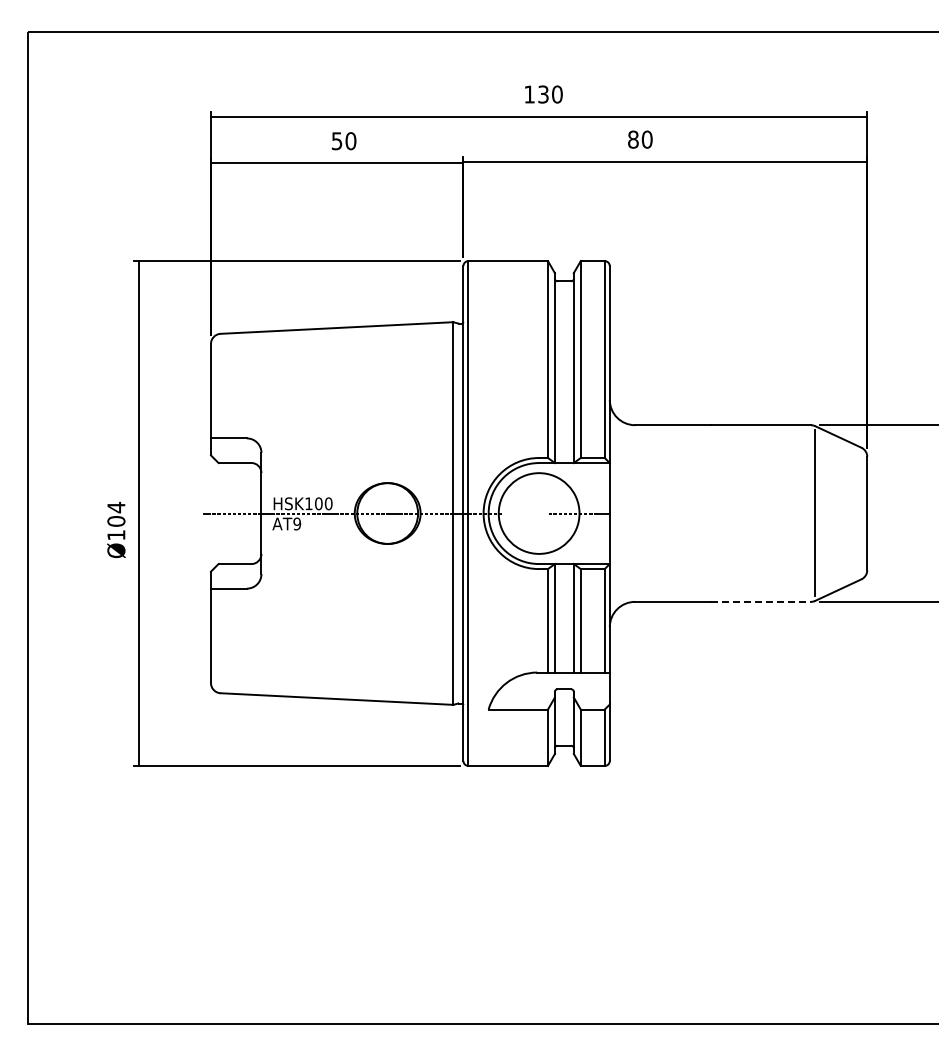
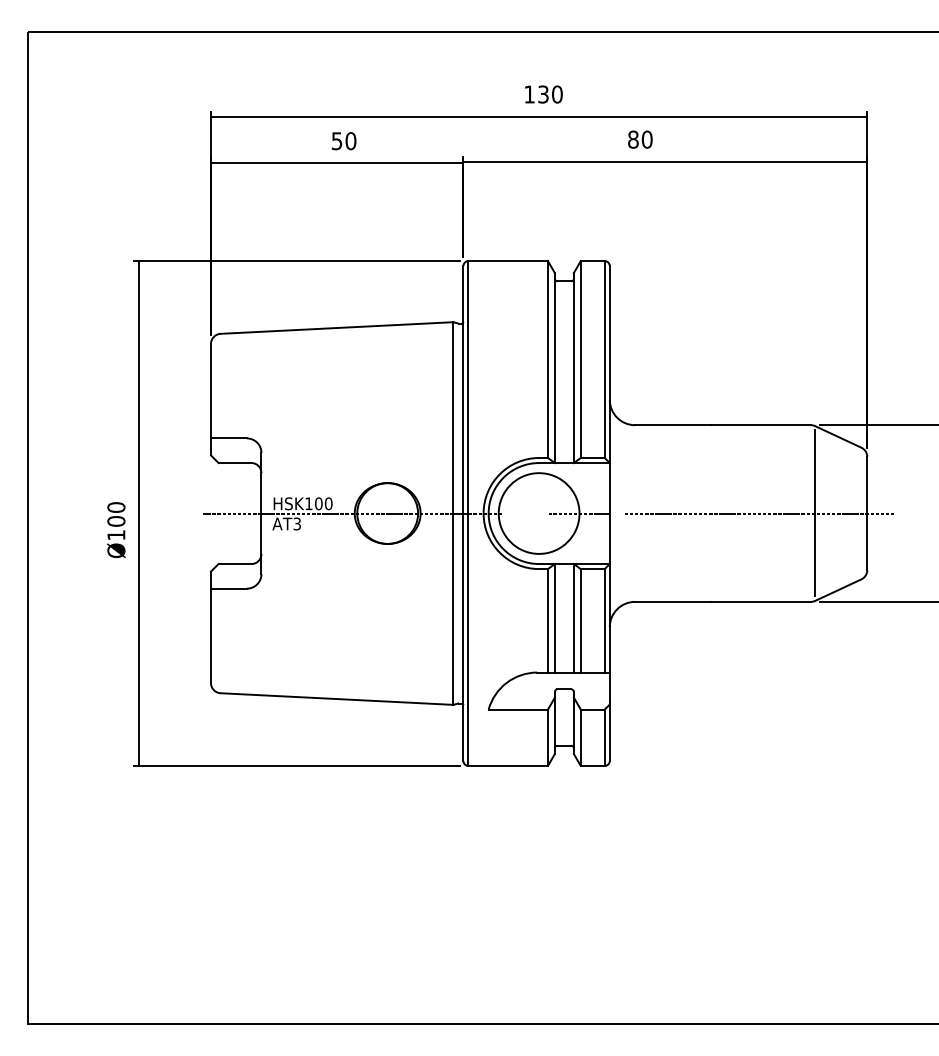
text at (116, 507): Ø104 -> Ø100
line at (760, 513): none -> present
text at (297, 523): AT9 -> AT3
line at (761, 601): dashed -> solid
